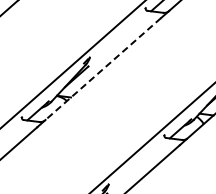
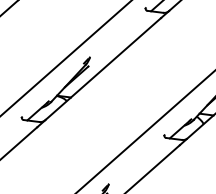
line at (72, 64) position: (72, 64) -> (65, 58)
line at (102, 69): dashed -> solid
line at (152, 137) position: (152, 137) -> (145, 131)
